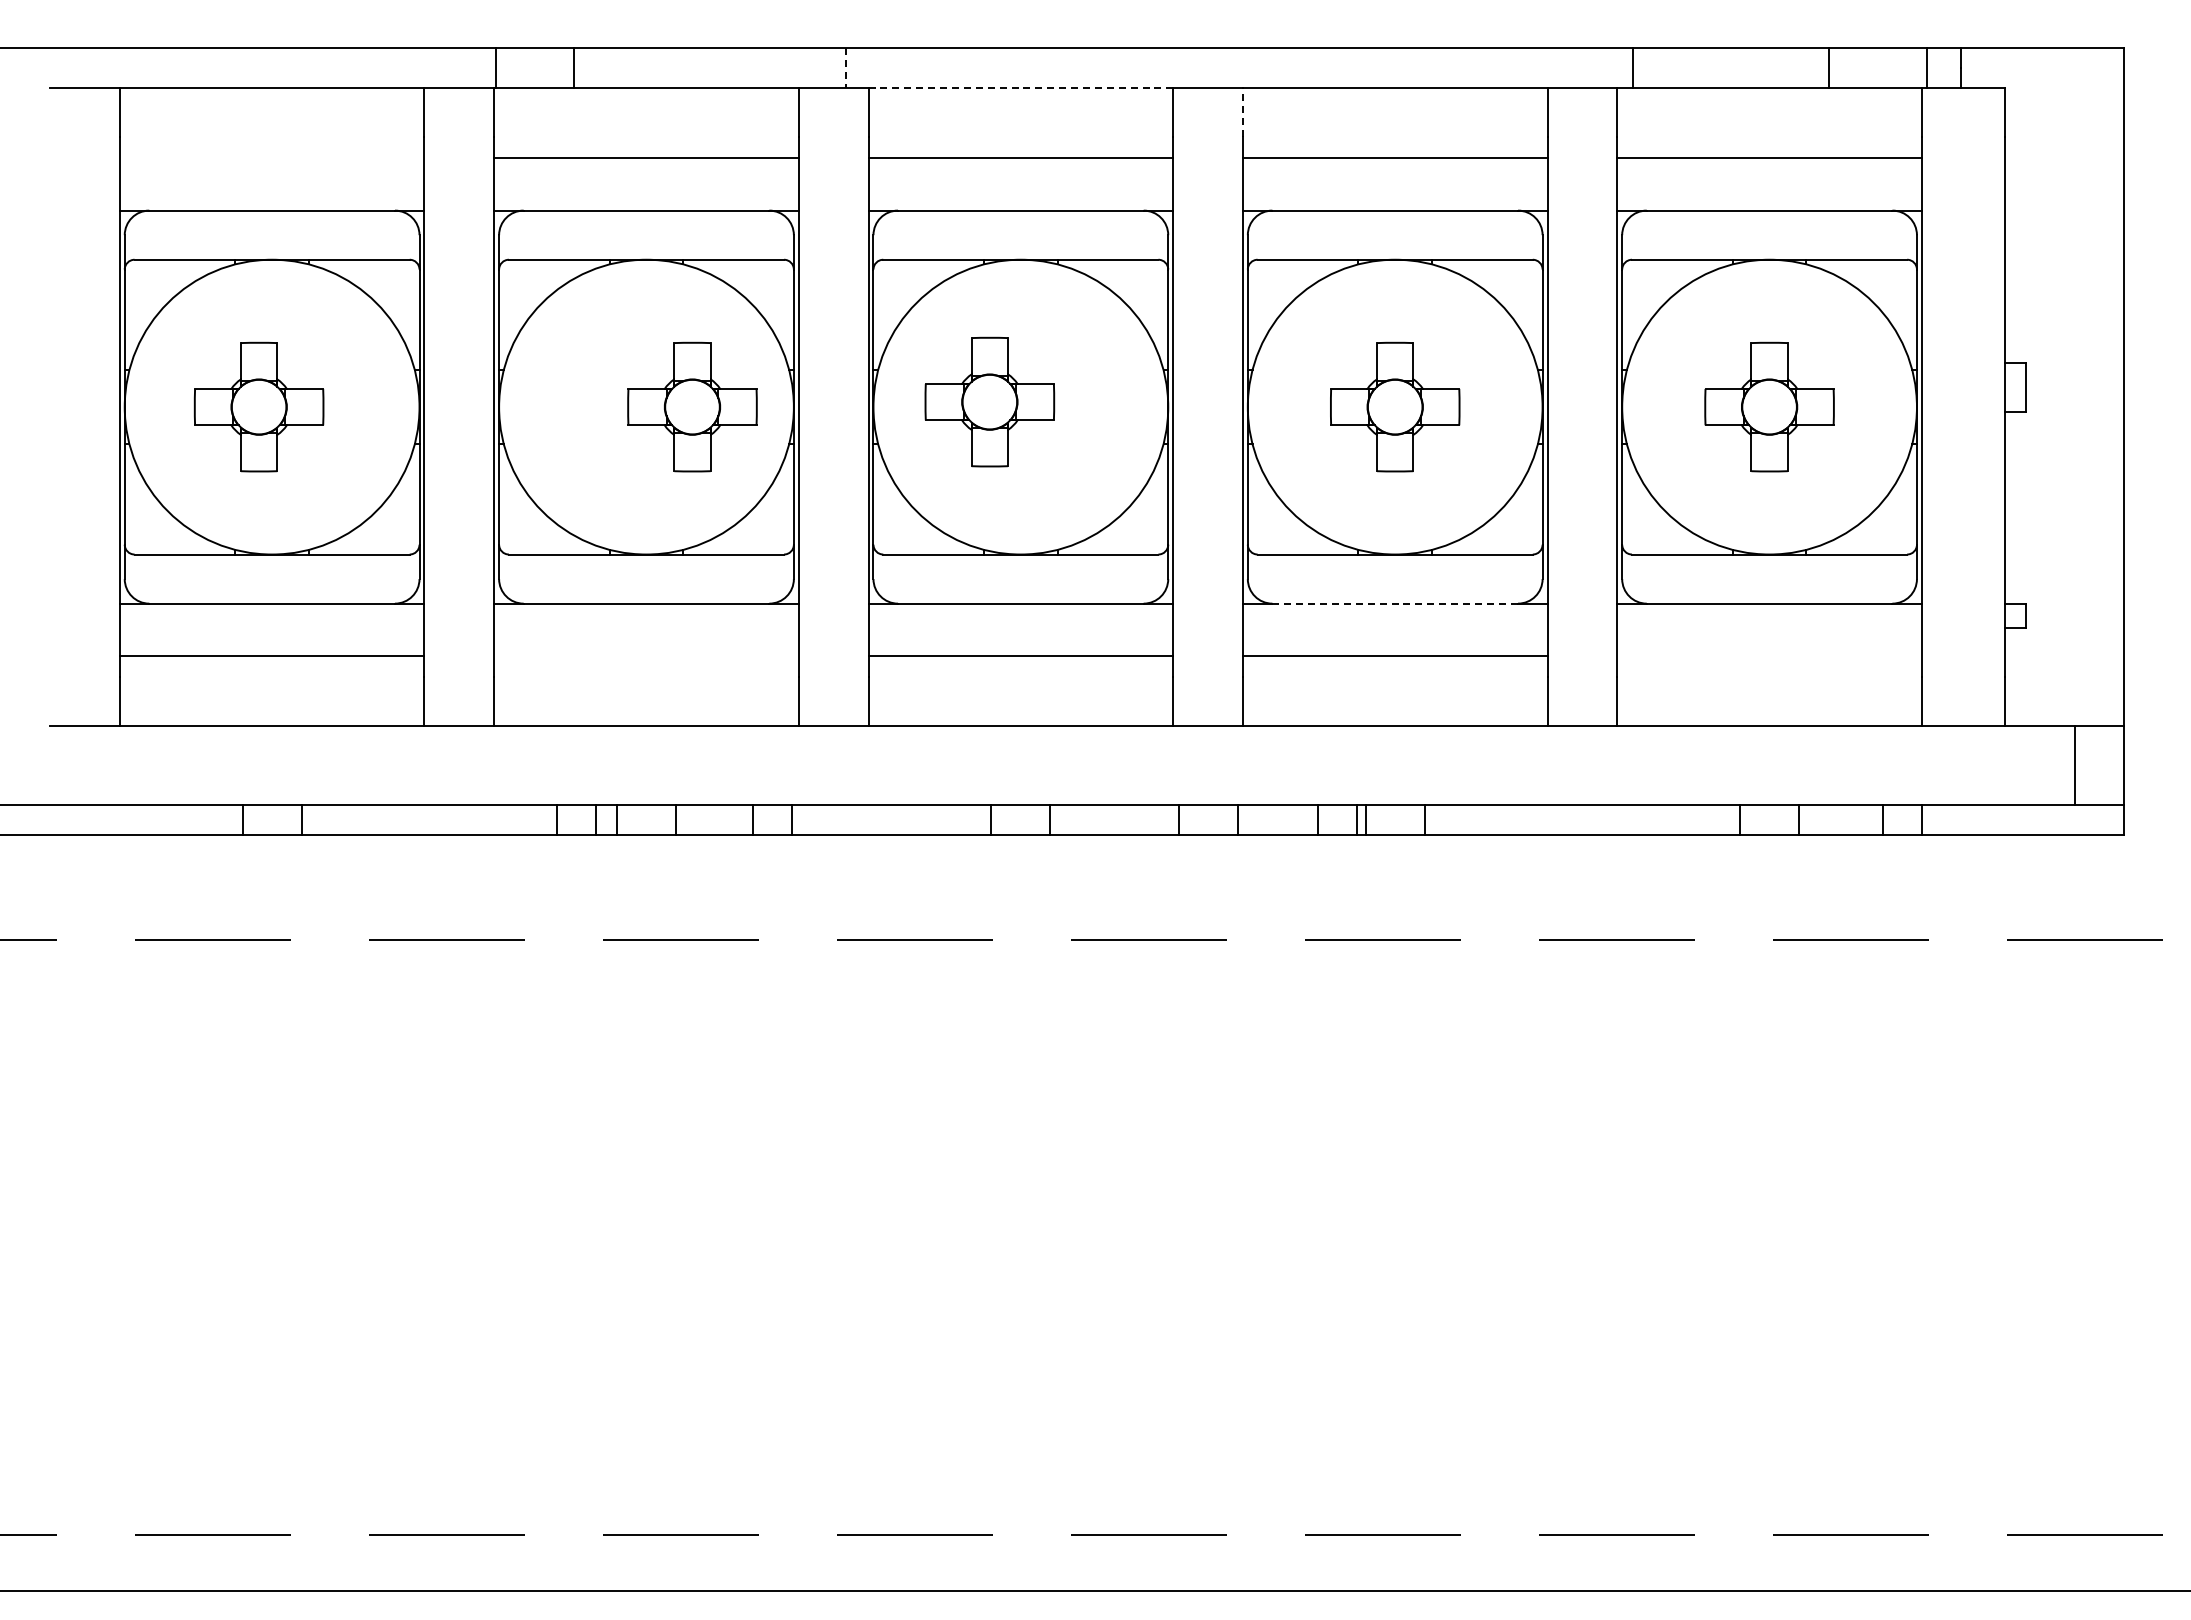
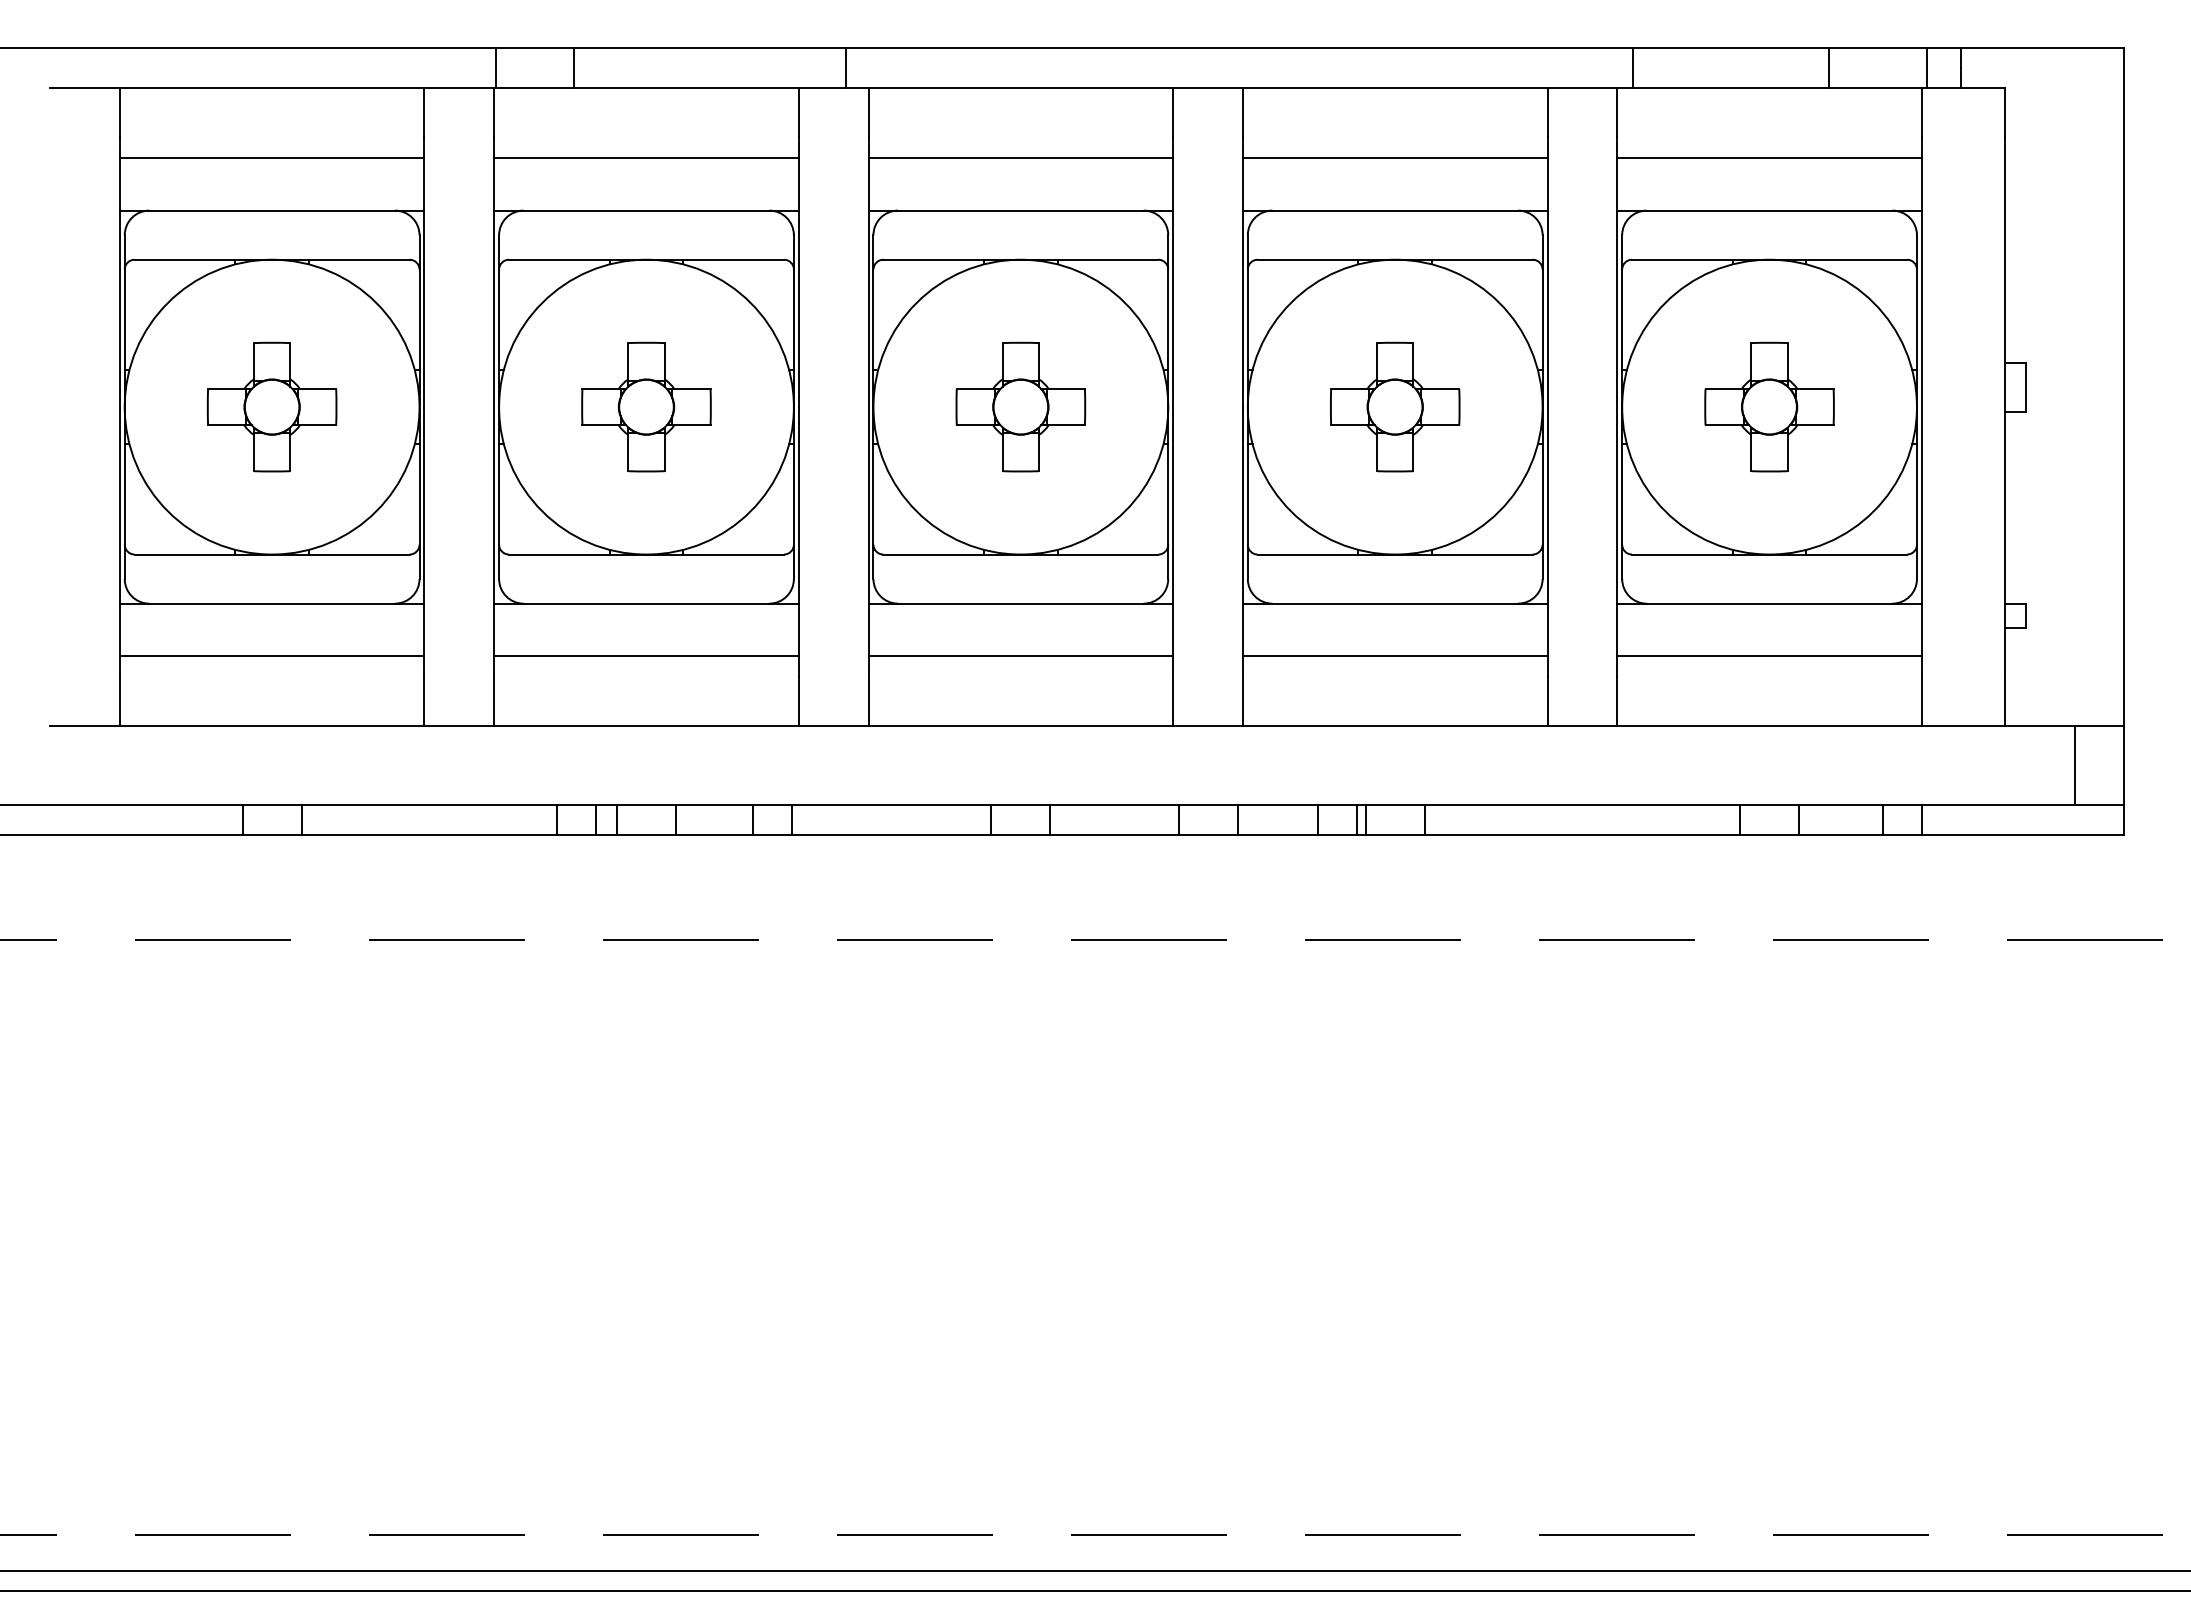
line at (846, 68): dashed -> solid
line at (1021, 87): dashed -> solid
line at (1242, 112): dashed -> solid
line at (271, 157): none -> present
part at (989, 401) position: (989, 401) -> (1020, 406)
part at (258, 406) position: (258, 406) -> (271, 406)
part at (692, 406) position: (692, 406) -> (646, 406)
line at (1395, 603): dashed -> solid
line at (646, 656): none -> present
line at (1769, 656): none -> present
line at (1094, 1571): none -> present
